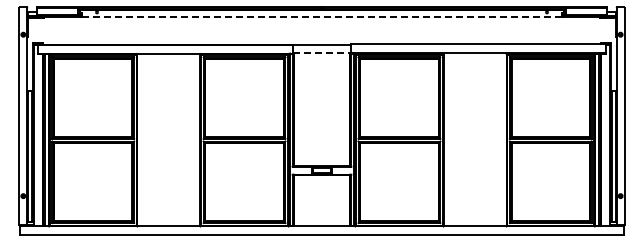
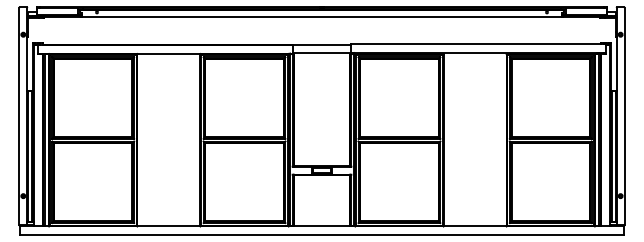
line at (321, 16): dashed -> solid
line at (322, 53): dashed -> solid
